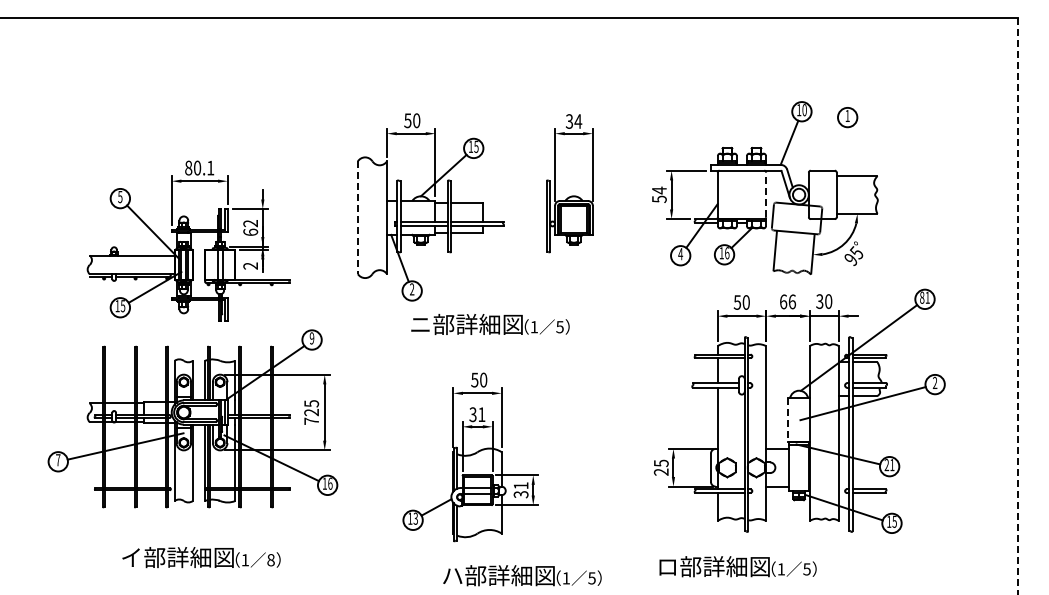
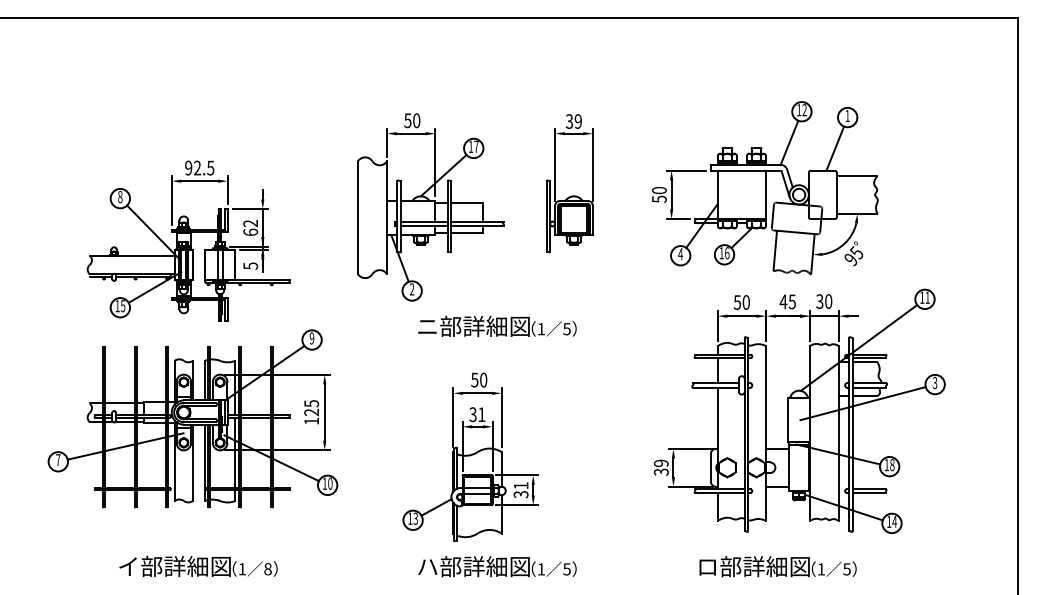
text at (804, 110): 10 -> 12
text at (578, 121): 34 -> 39
text at (476, 146): 15 -> 17
line at (835, 148): none -> present
text at (199, 167): 80.1 -> 92.5
text at (659, 190): 54 -> 50
line at (766, 194): dashed -> solid
text at (120, 196): 5 -> 8
line at (357, 218): dashed -> solid
text at (250, 265): 2 -> 5
text at (922, 297): 81 -> 11
text at (787, 301): 66 -> 45
line at (1017, 306): dashed -> solid
text at (490, 324) position: (490, 324) -> (497, 326)
text at (934, 383): 2 -> 3
text at (311, 420): 725 -> 125
line at (788, 420): dashed -> solid
text at (889, 465): 21 -> 18
text at (660, 467): 25 -> 39
text at (330, 483): 16 -> 10
text at (894, 521): 15 -> 14
text at (201, 557) position: (201, 557) -> (198, 566)
text at (737, 566) position: (737, 566) -> (777, 566)
text at (522, 575) position: (522, 575) -> (497, 566)
